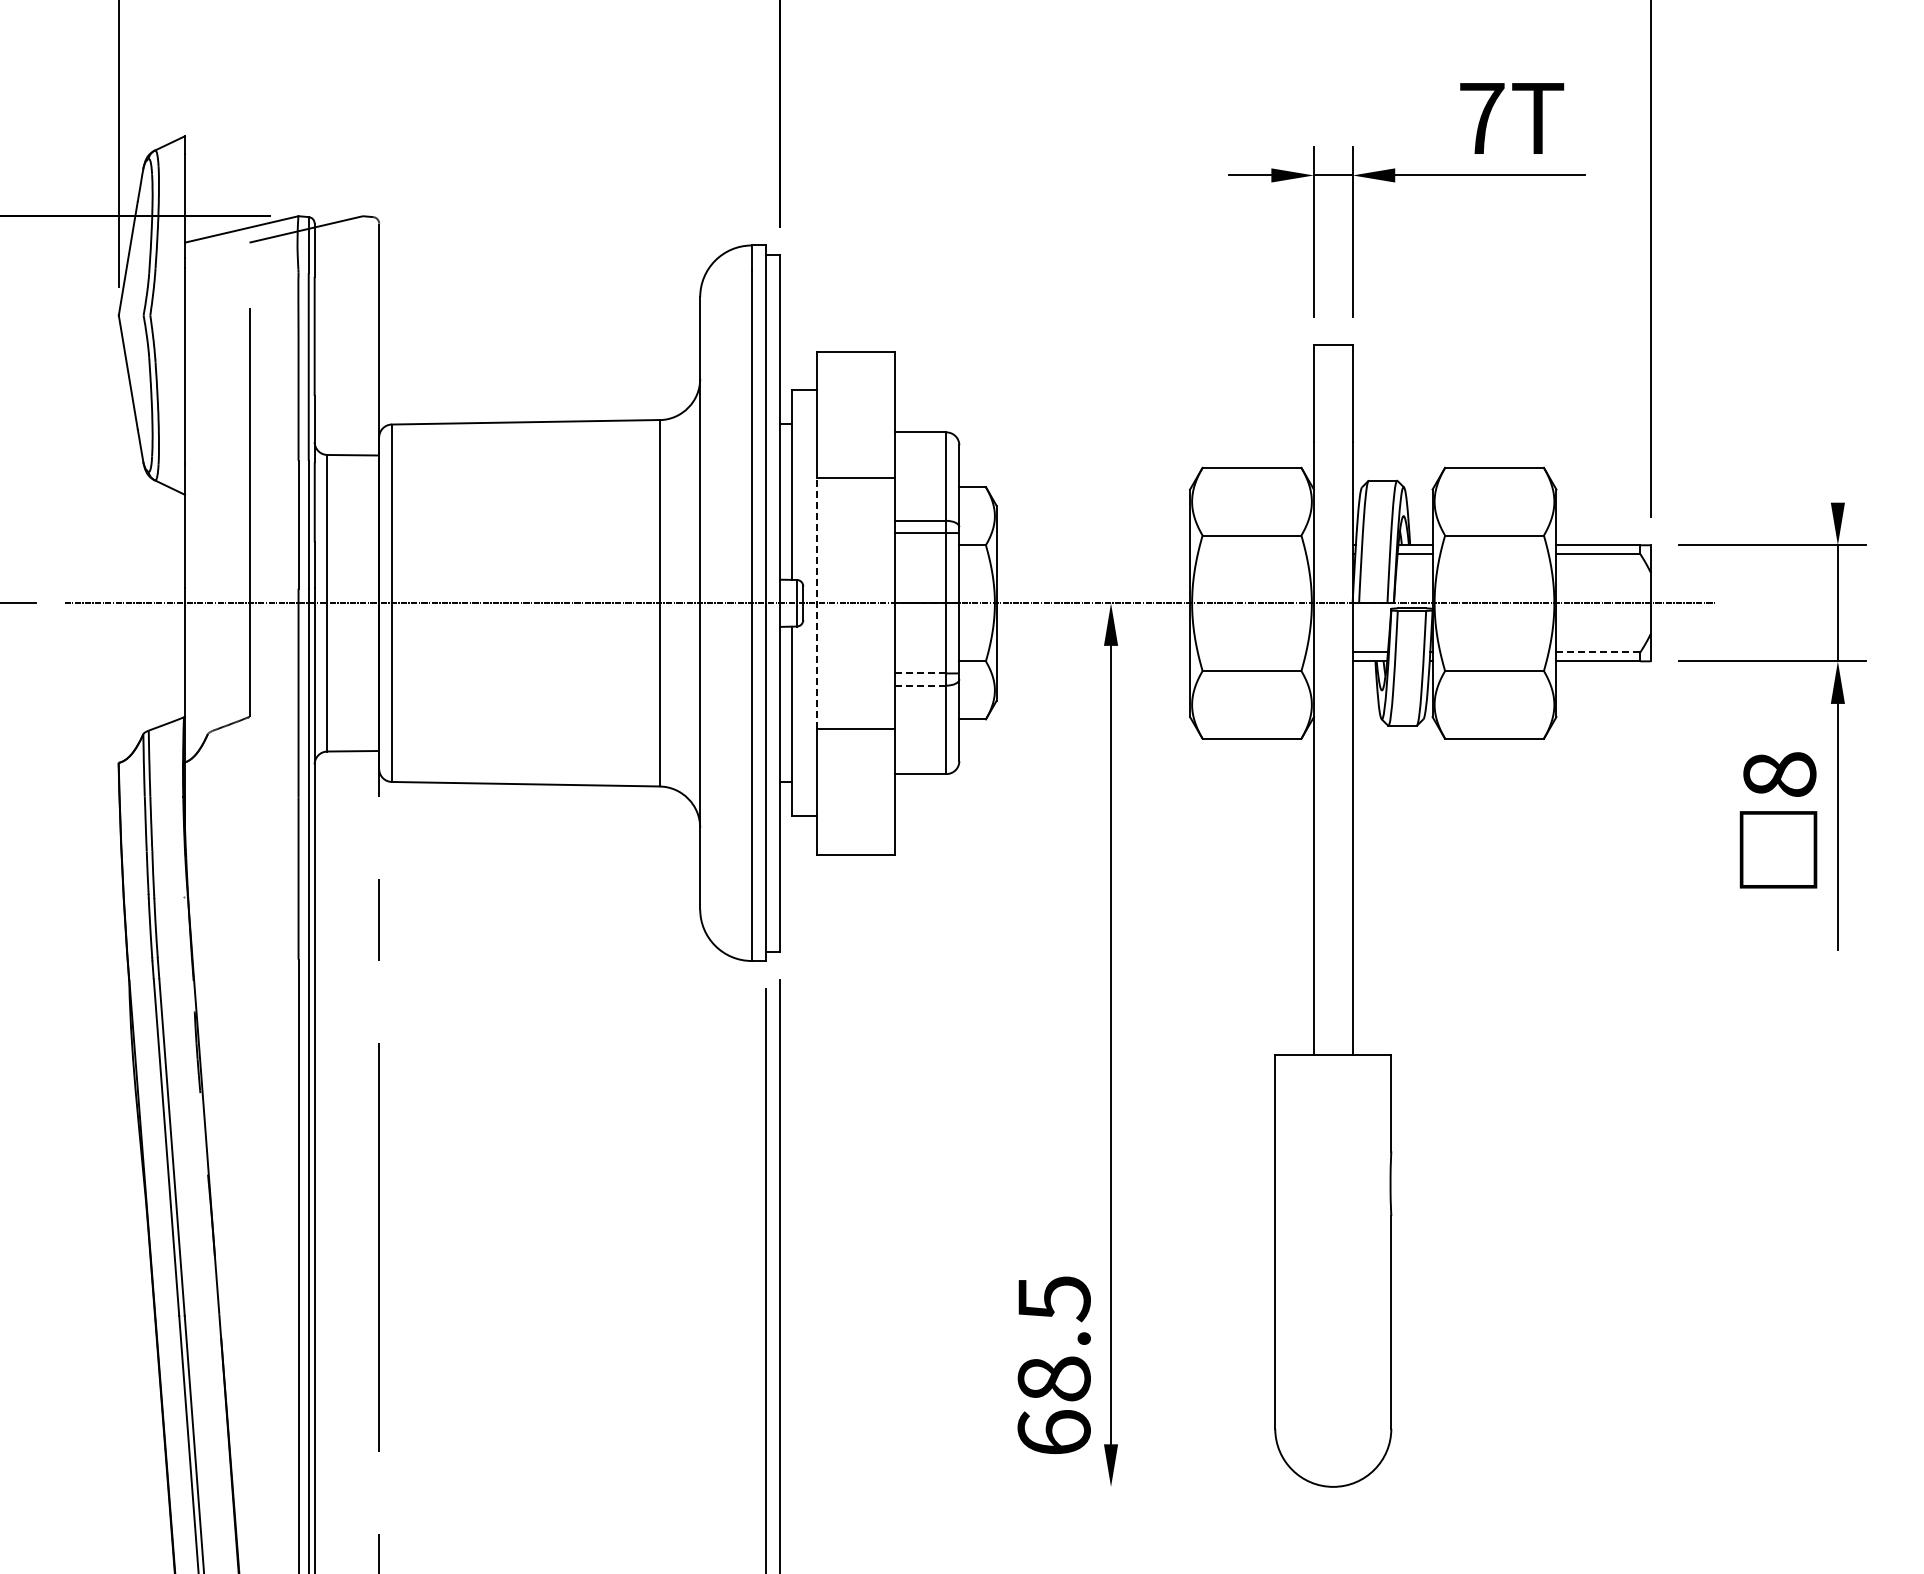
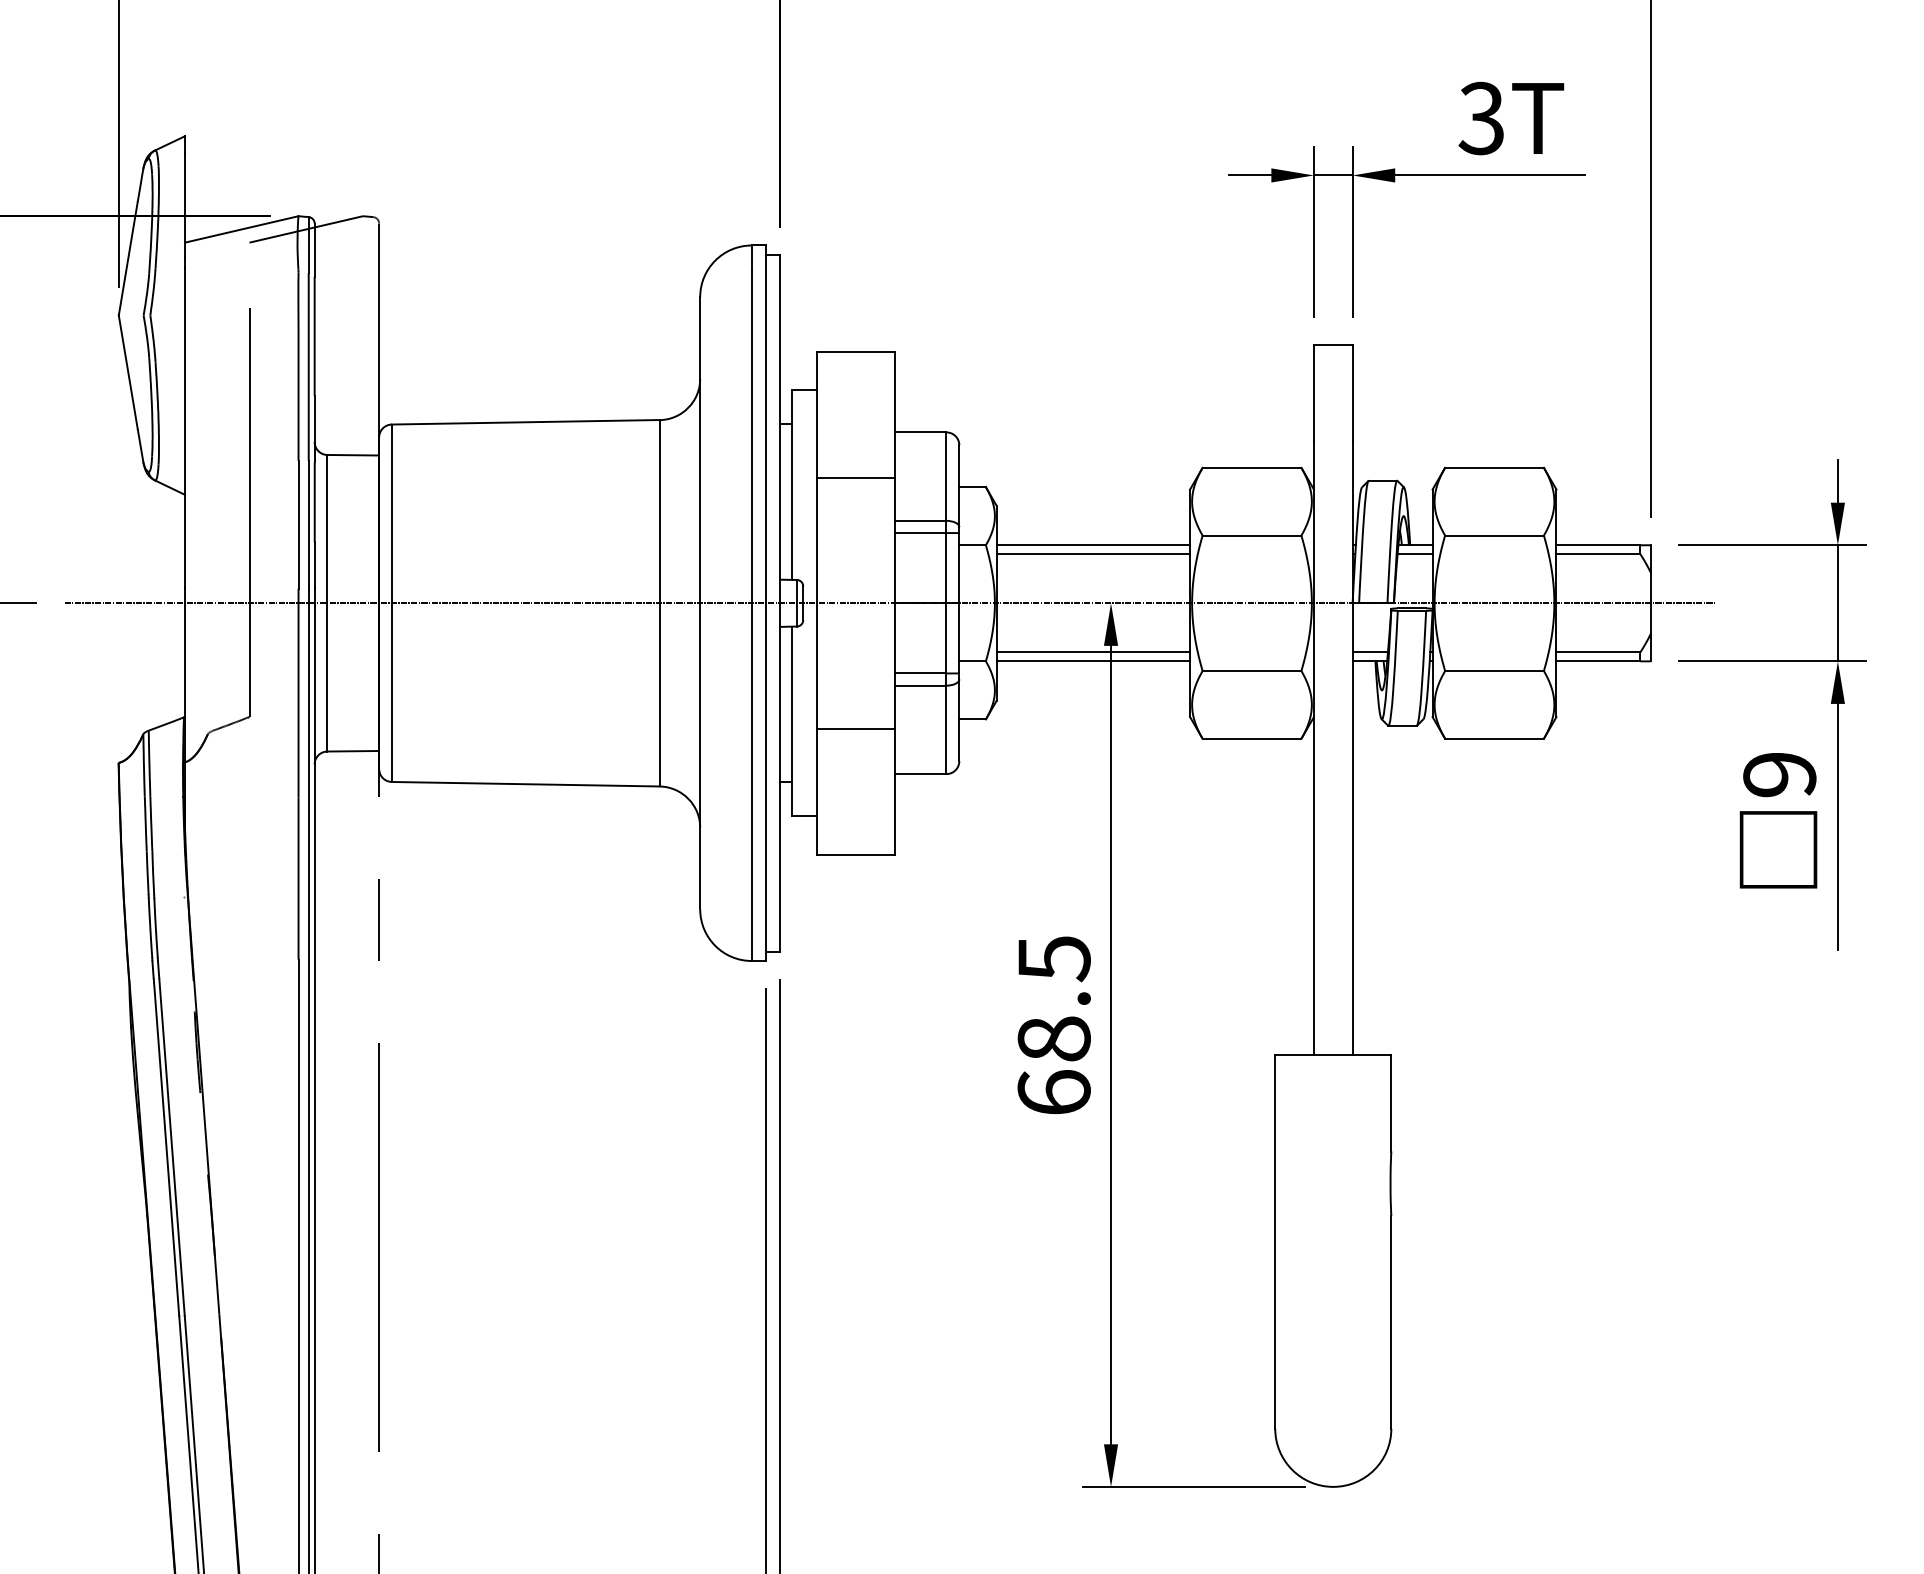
text at (1481, 118): 7T -> 3T
line at (1837, 481): none -> present
line at (1093, 545): none -> present
line at (1093, 554): none -> present
line at (817, 603): dashed -> solid
line at (1093, 652): none -> present
line at (1598, 652): dashed -> solid
line at (1093, 661): none -> present
line at (920, 673): dashed -> solid
line at (920, 685): dashed -> solid
text at (1779, 774): 8 -> 9
text at (1053, 1364) position: (1053, 1364) -> (1053, 1024)
line at (1193, 1486): none -> present
